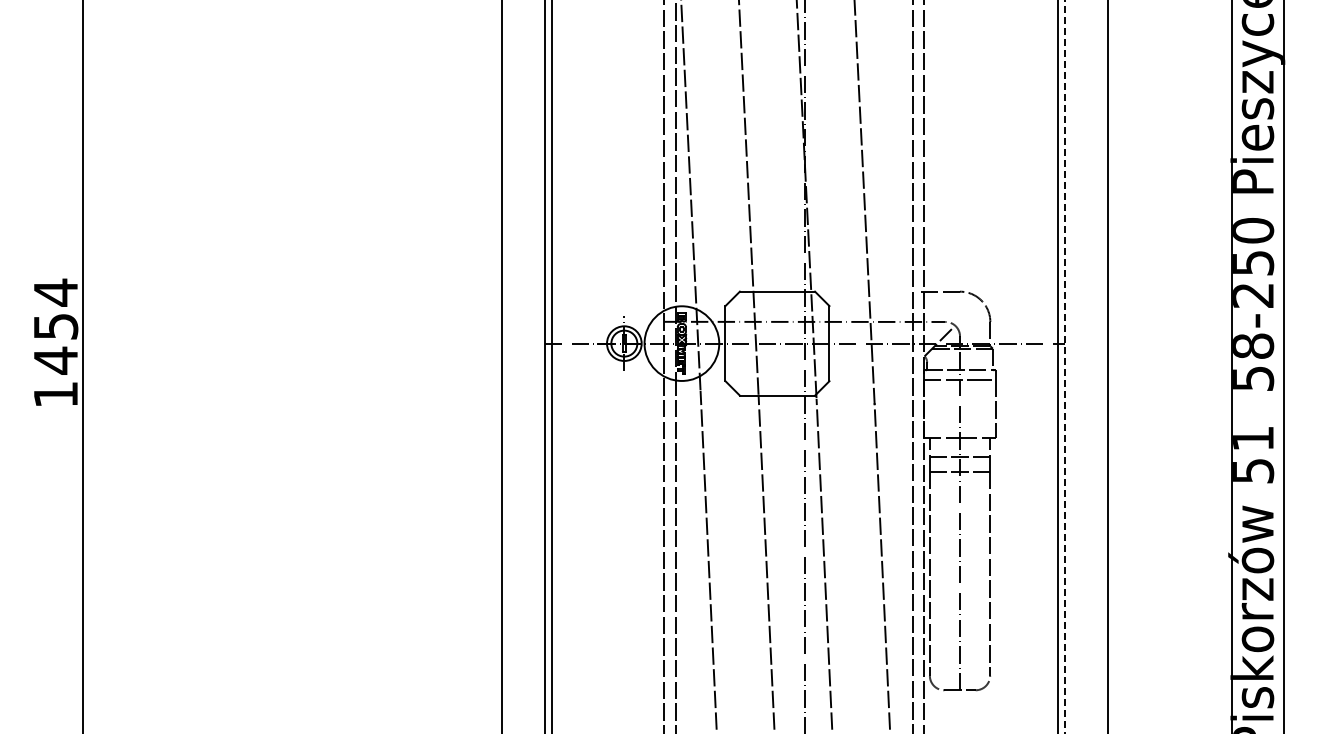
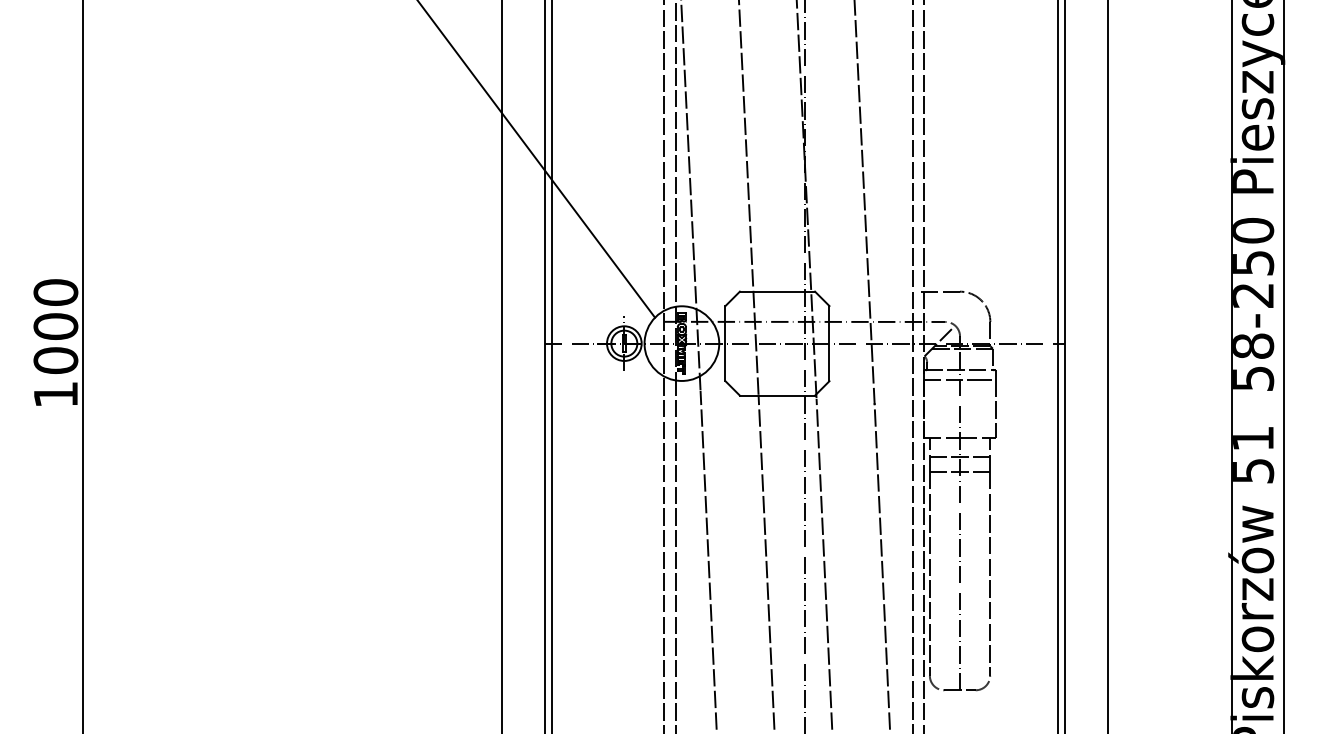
line at (536, 159): none -> present
text at (55, 326): 1454 -> 1000
line at (1064, 367): dashed -> solid
